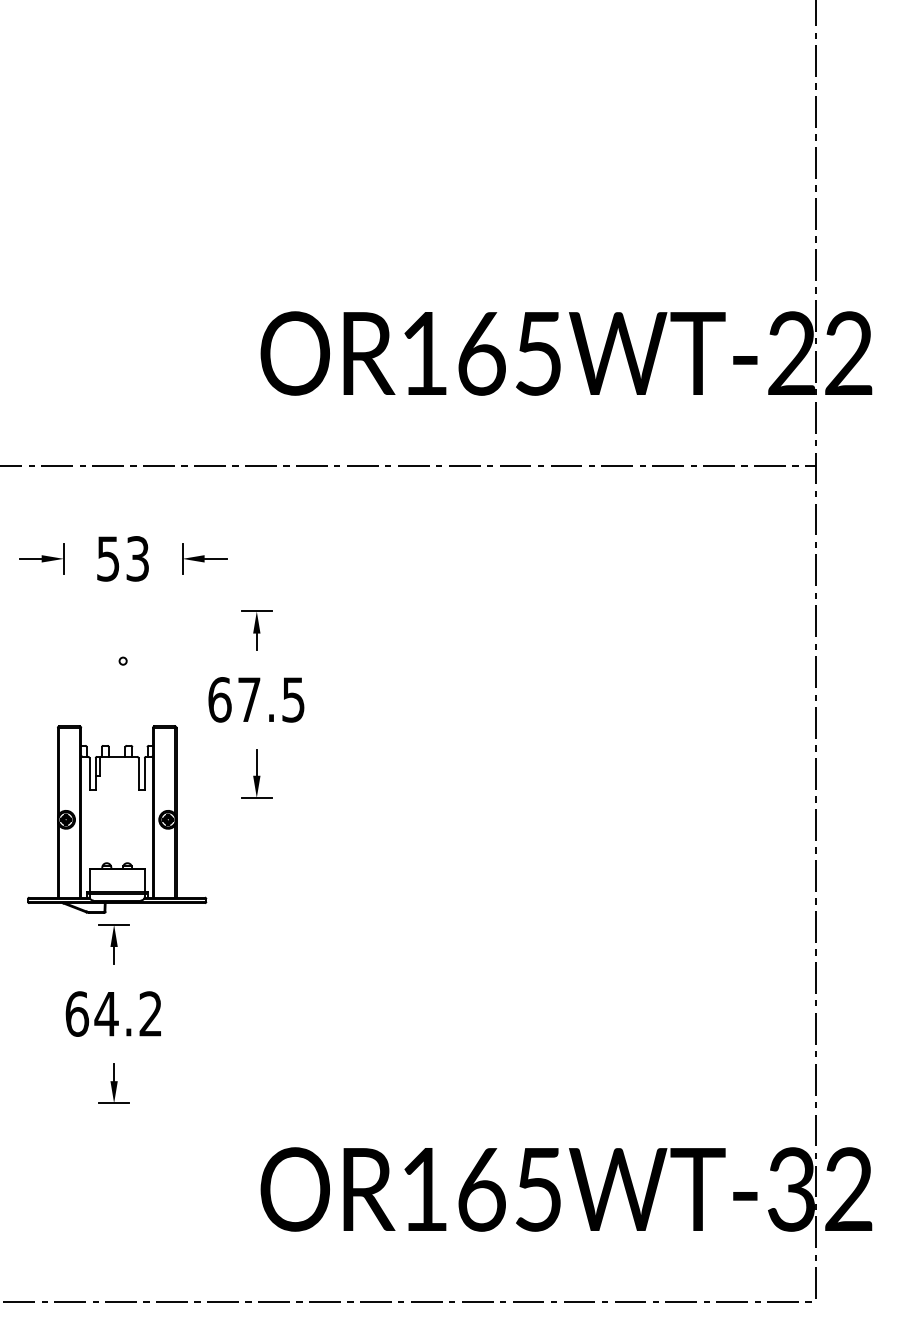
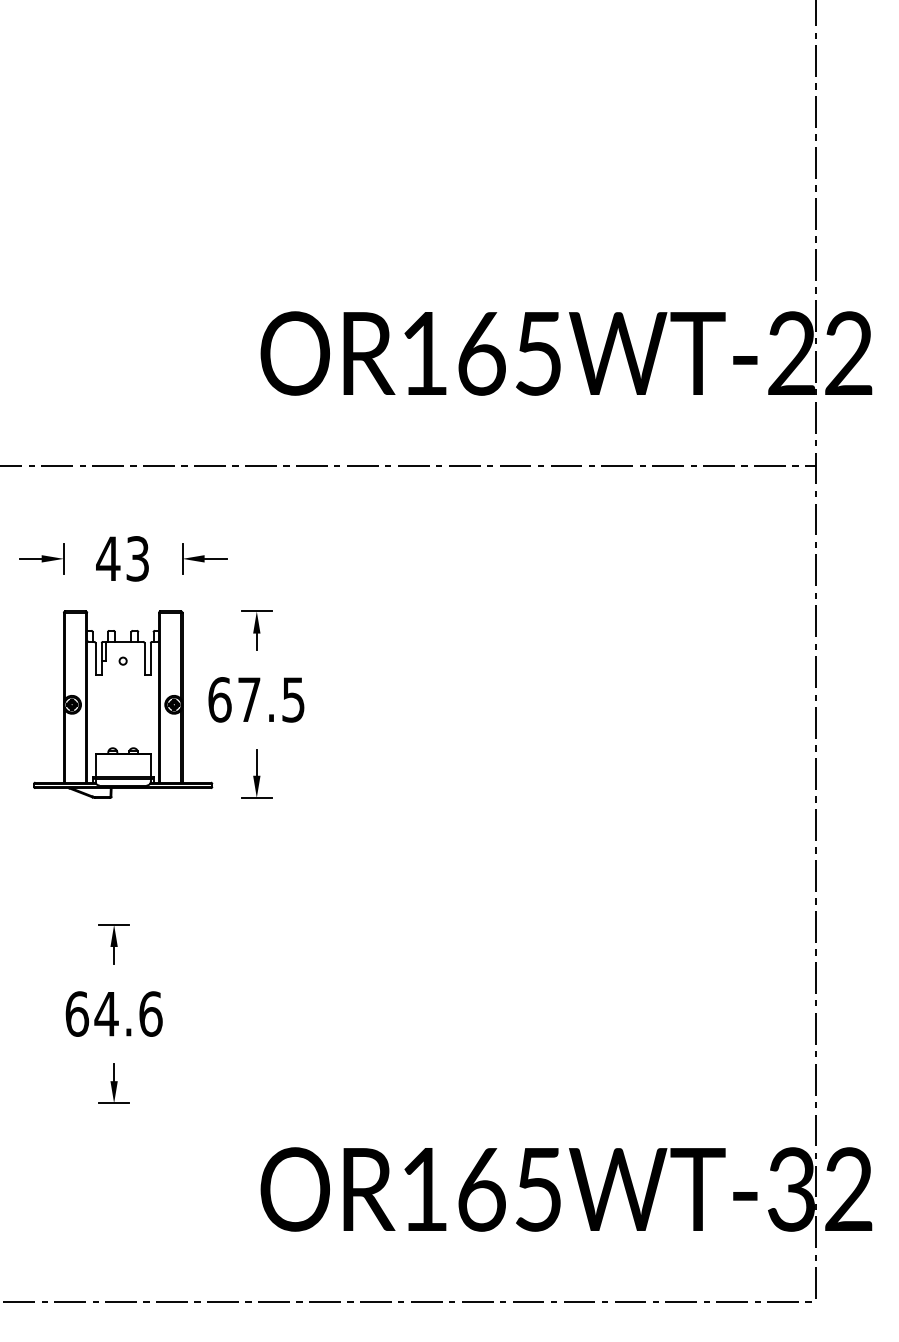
text at (108, 558): 53 -> 43
part at (117, 819) position: (117, 819) -> (123, 704)
text at (150, 1013): 64.2 -> 64.6
